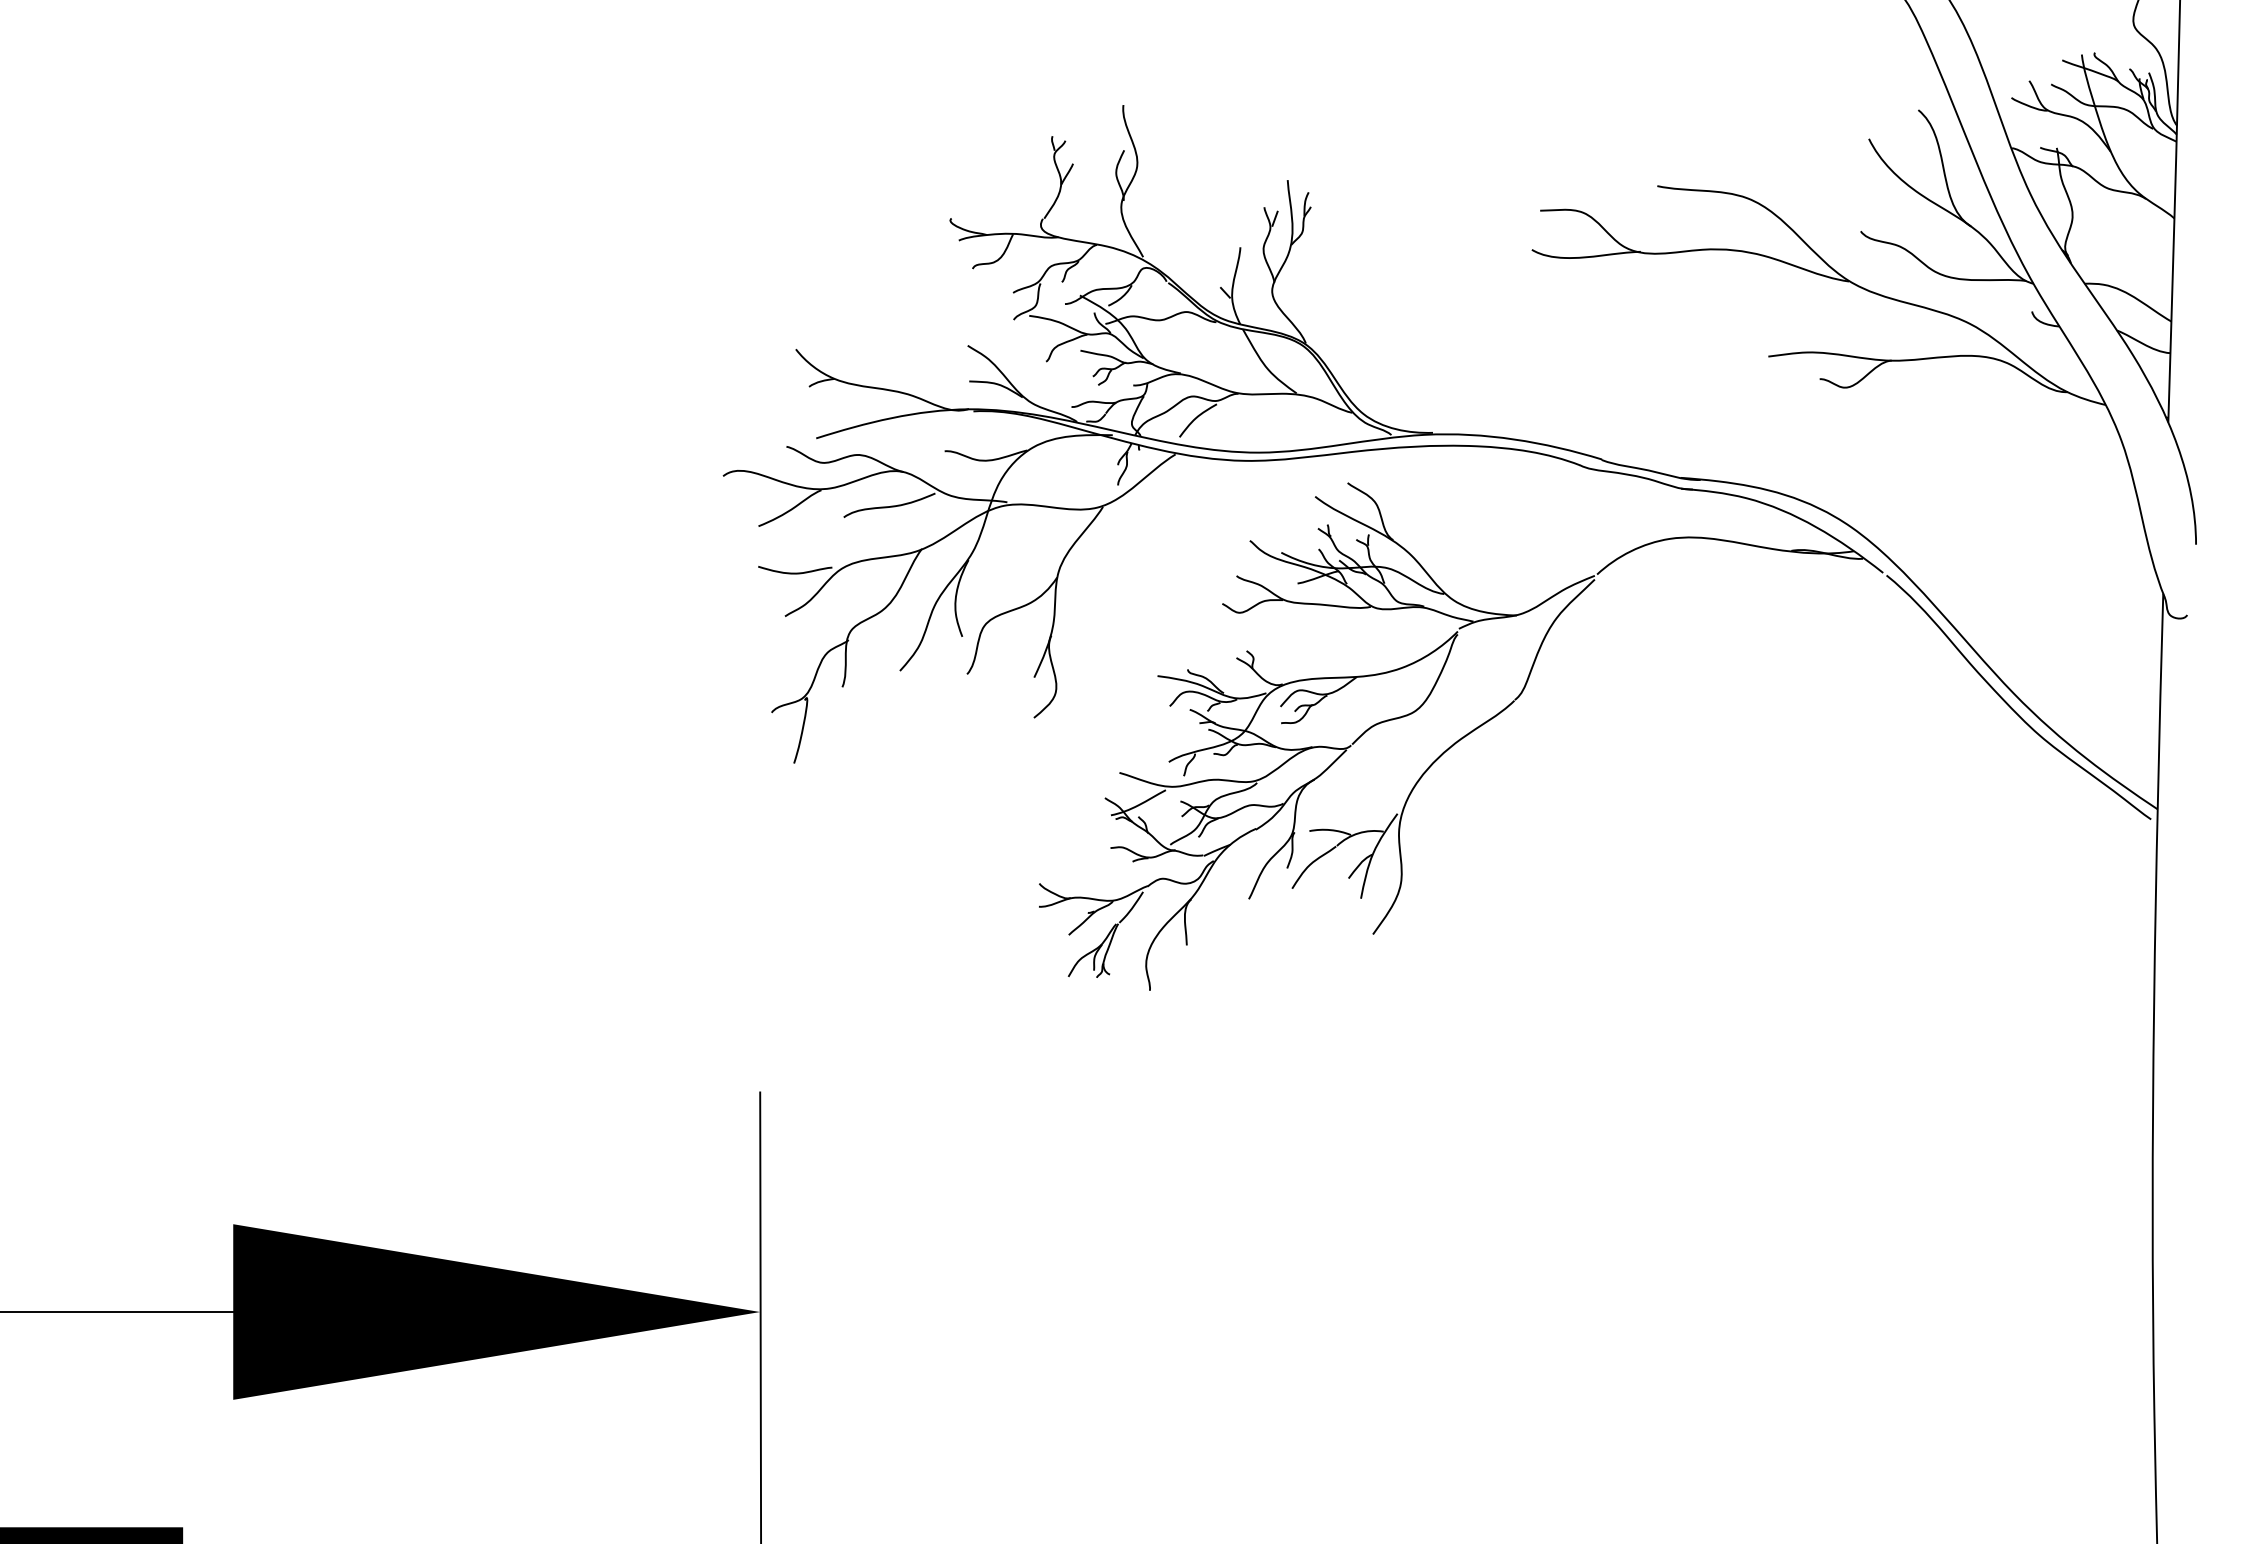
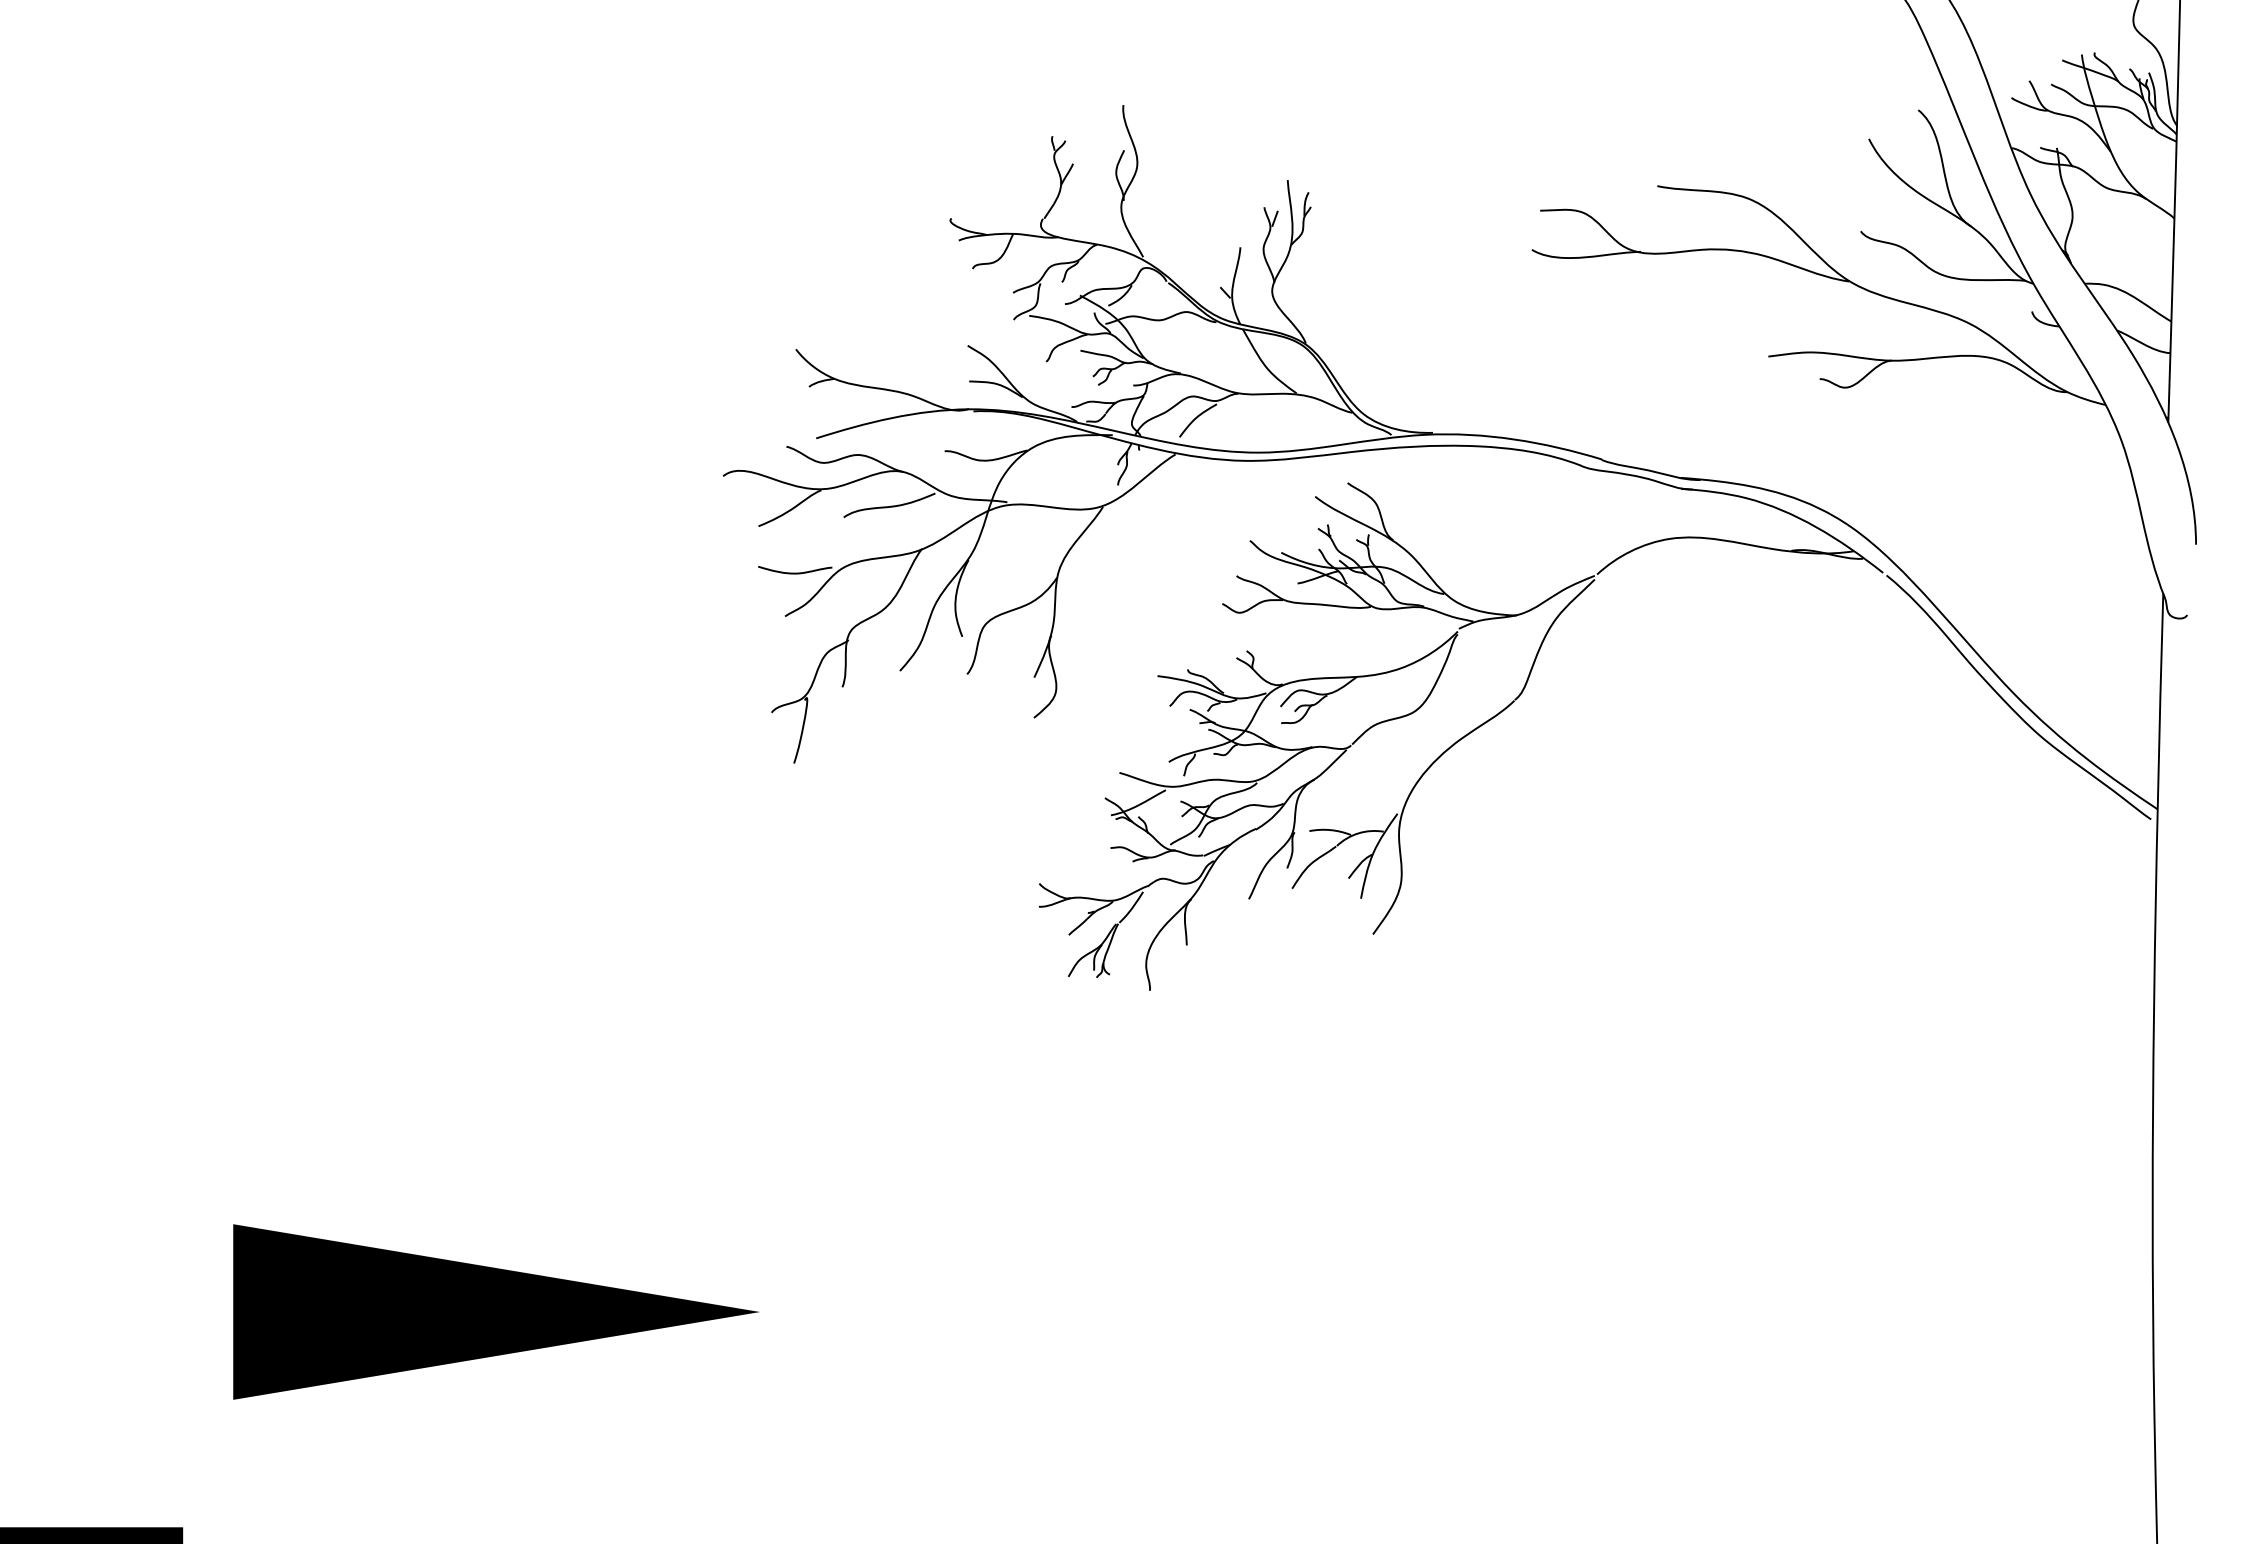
line at (117, 1312): present -> none
line at (760, 1316): present -> none
